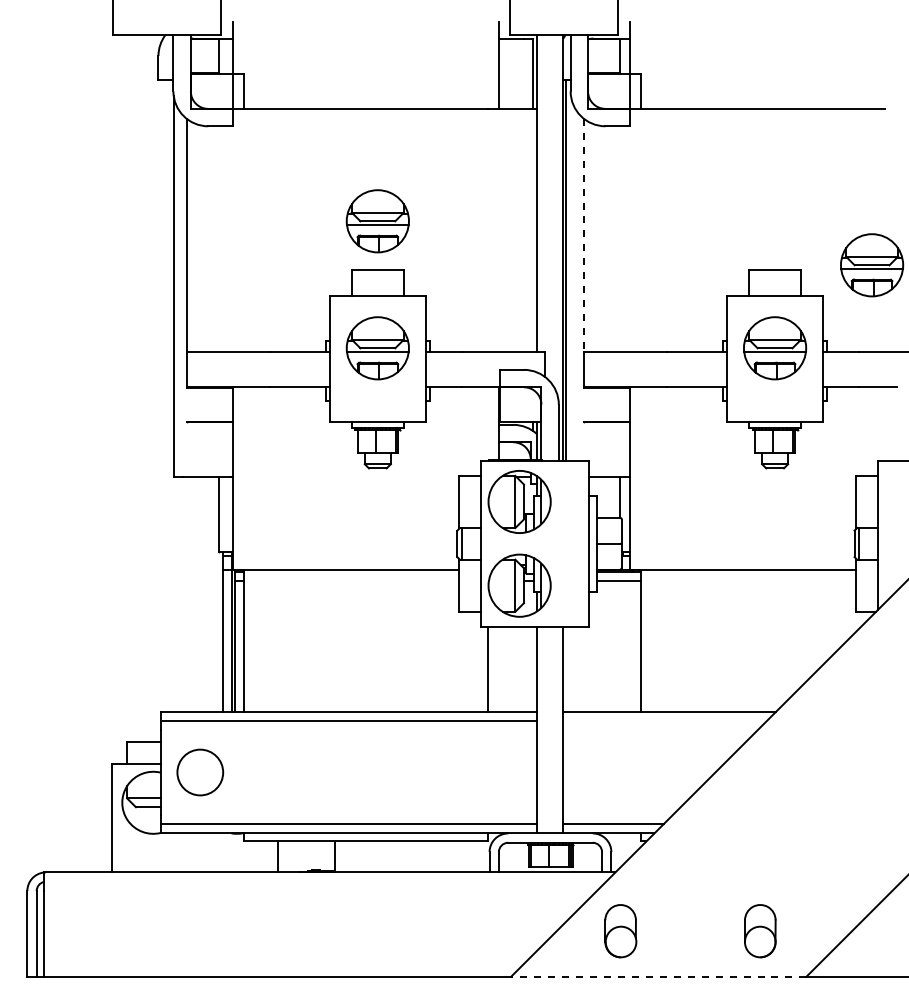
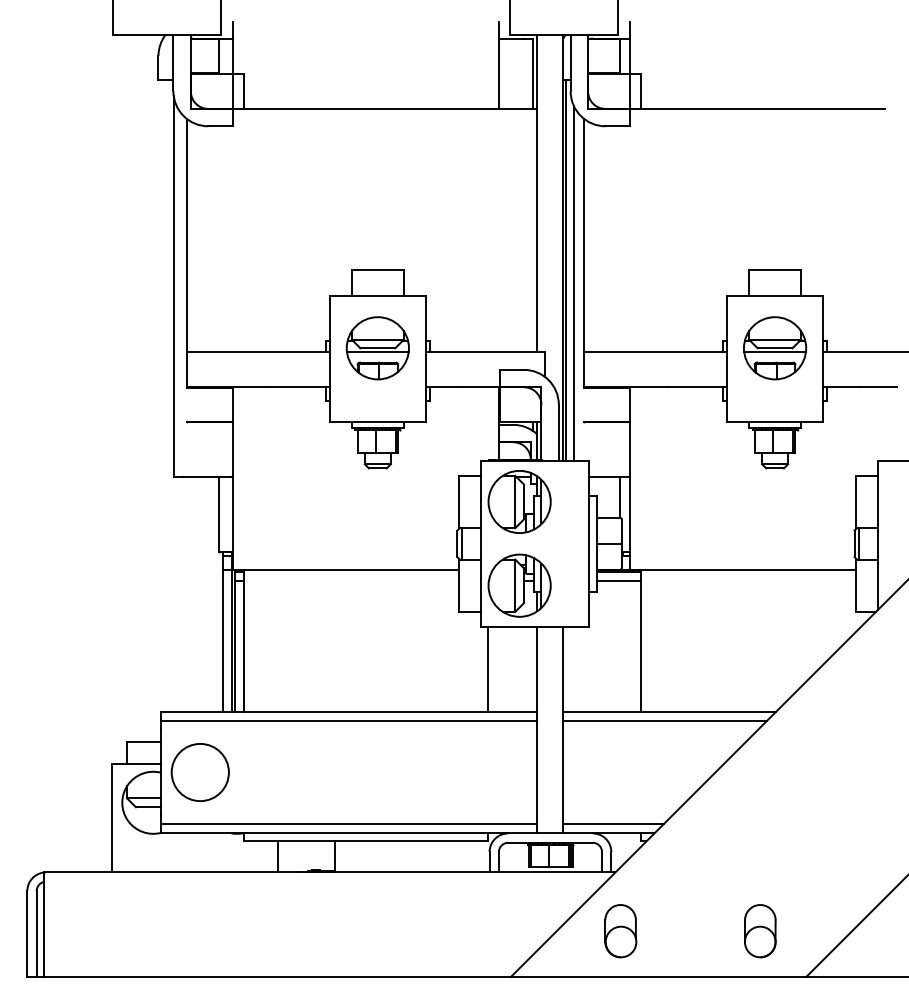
part at (377, 221): present -> none
line at (583, 235): dashed -> solid
part at (872, 265): present -> none
line at (574, 283): none -> present
line at (664, 720): none -> present
circle at (200, 772) diameter: 46 px -> 57 px
line at (658, 976): dashed -> solid
